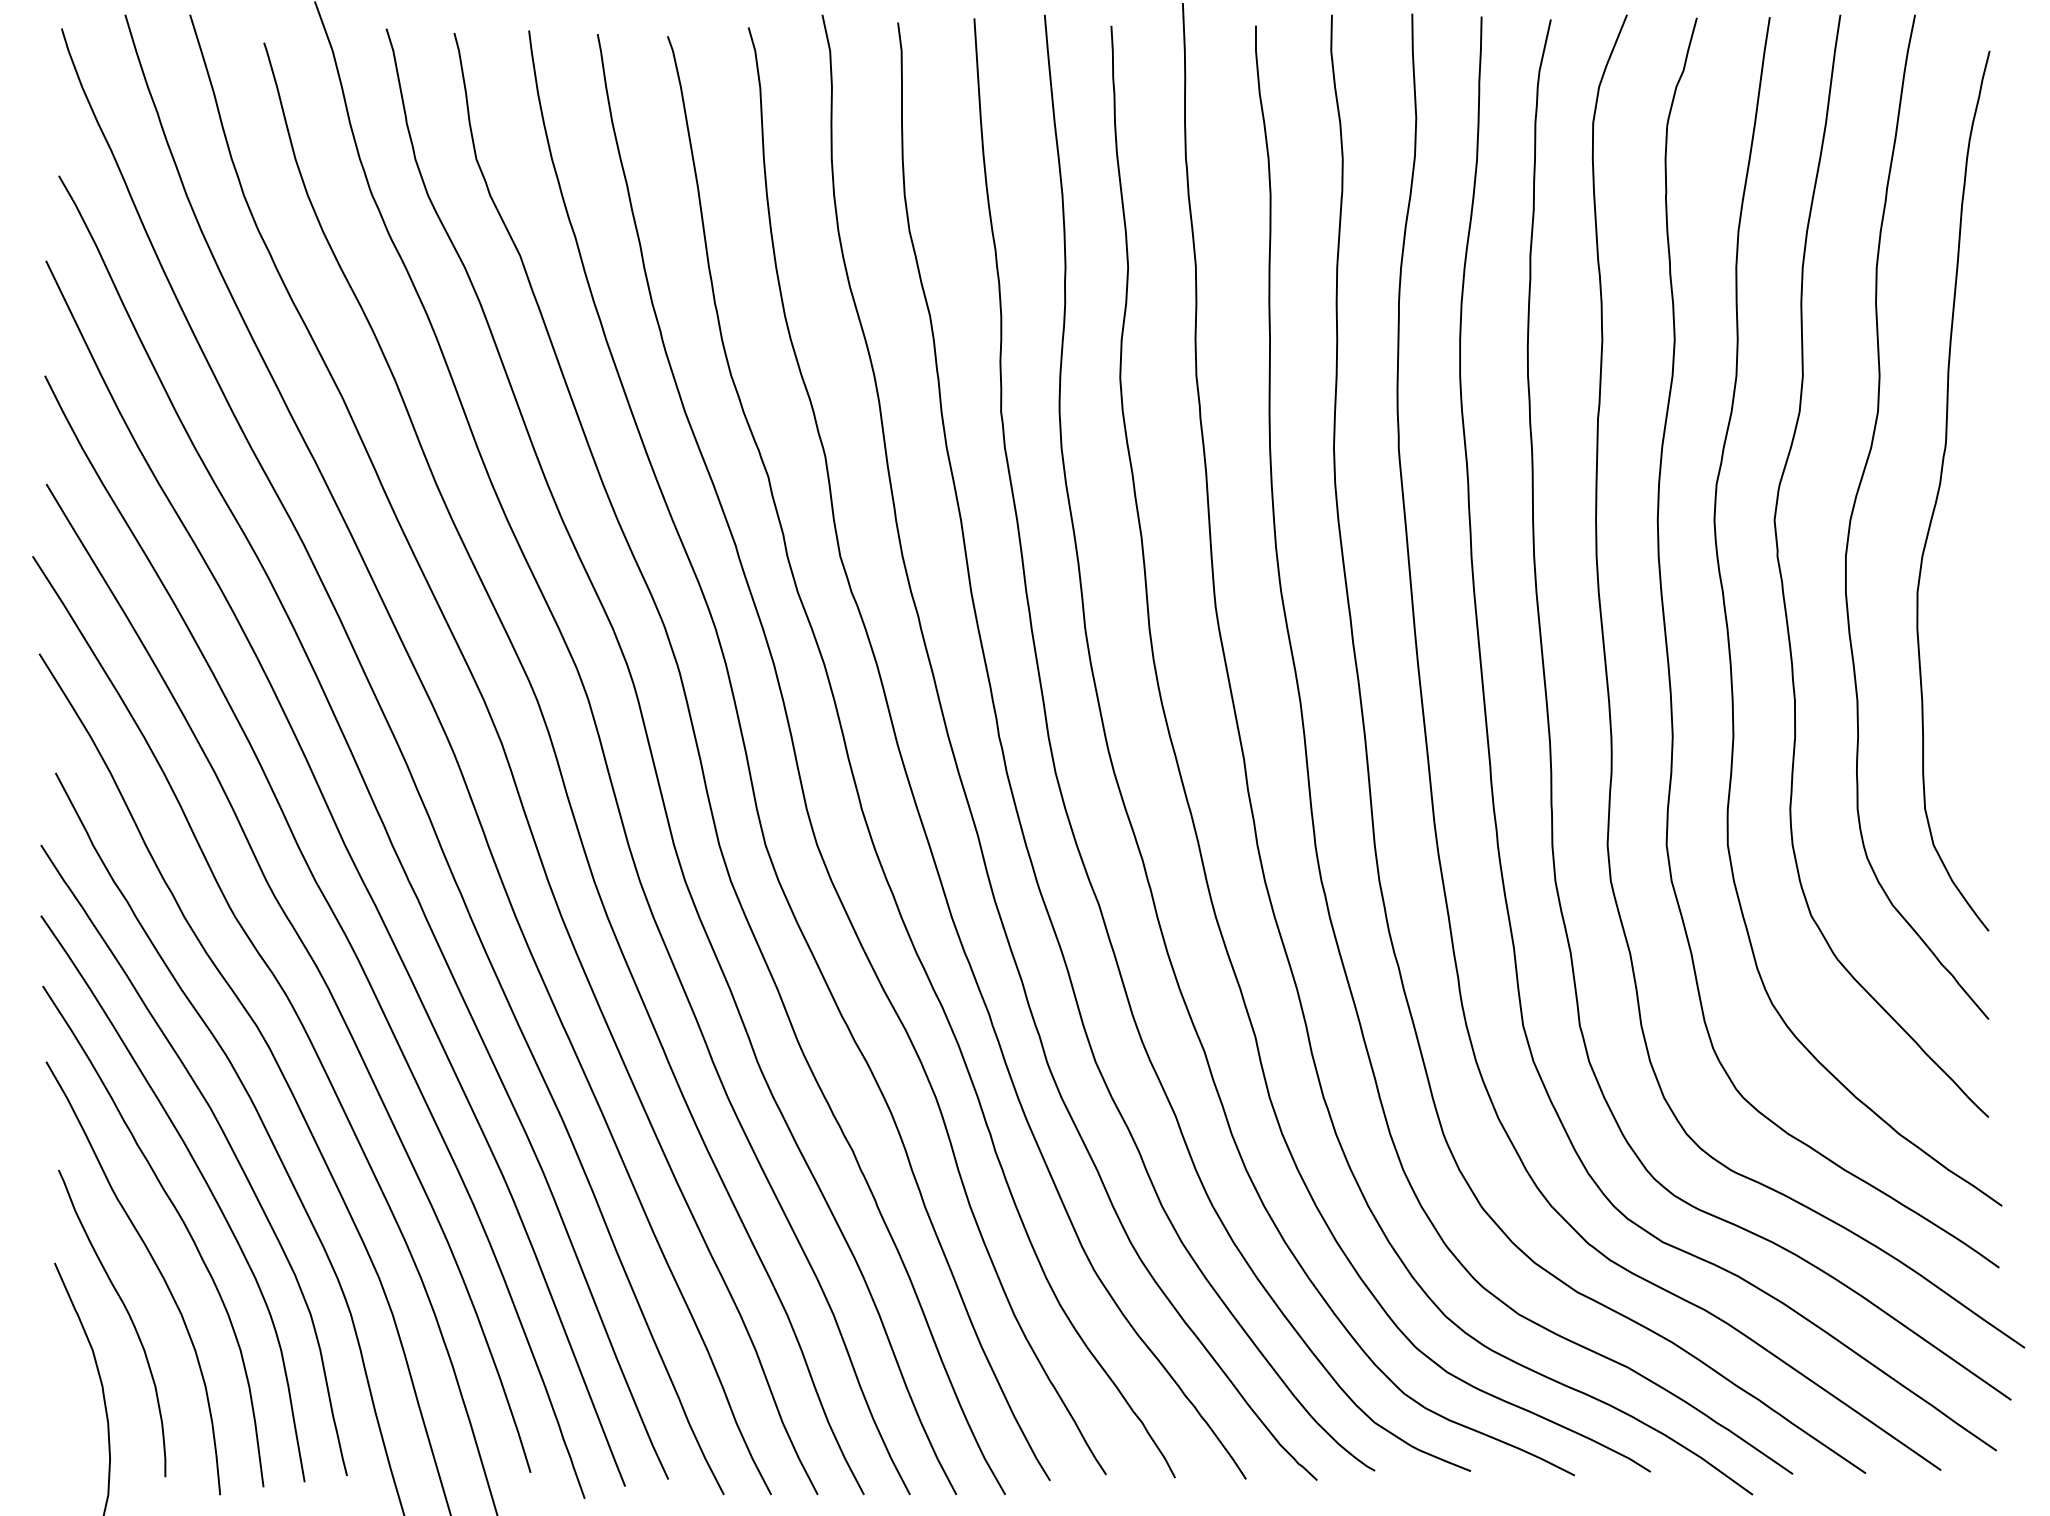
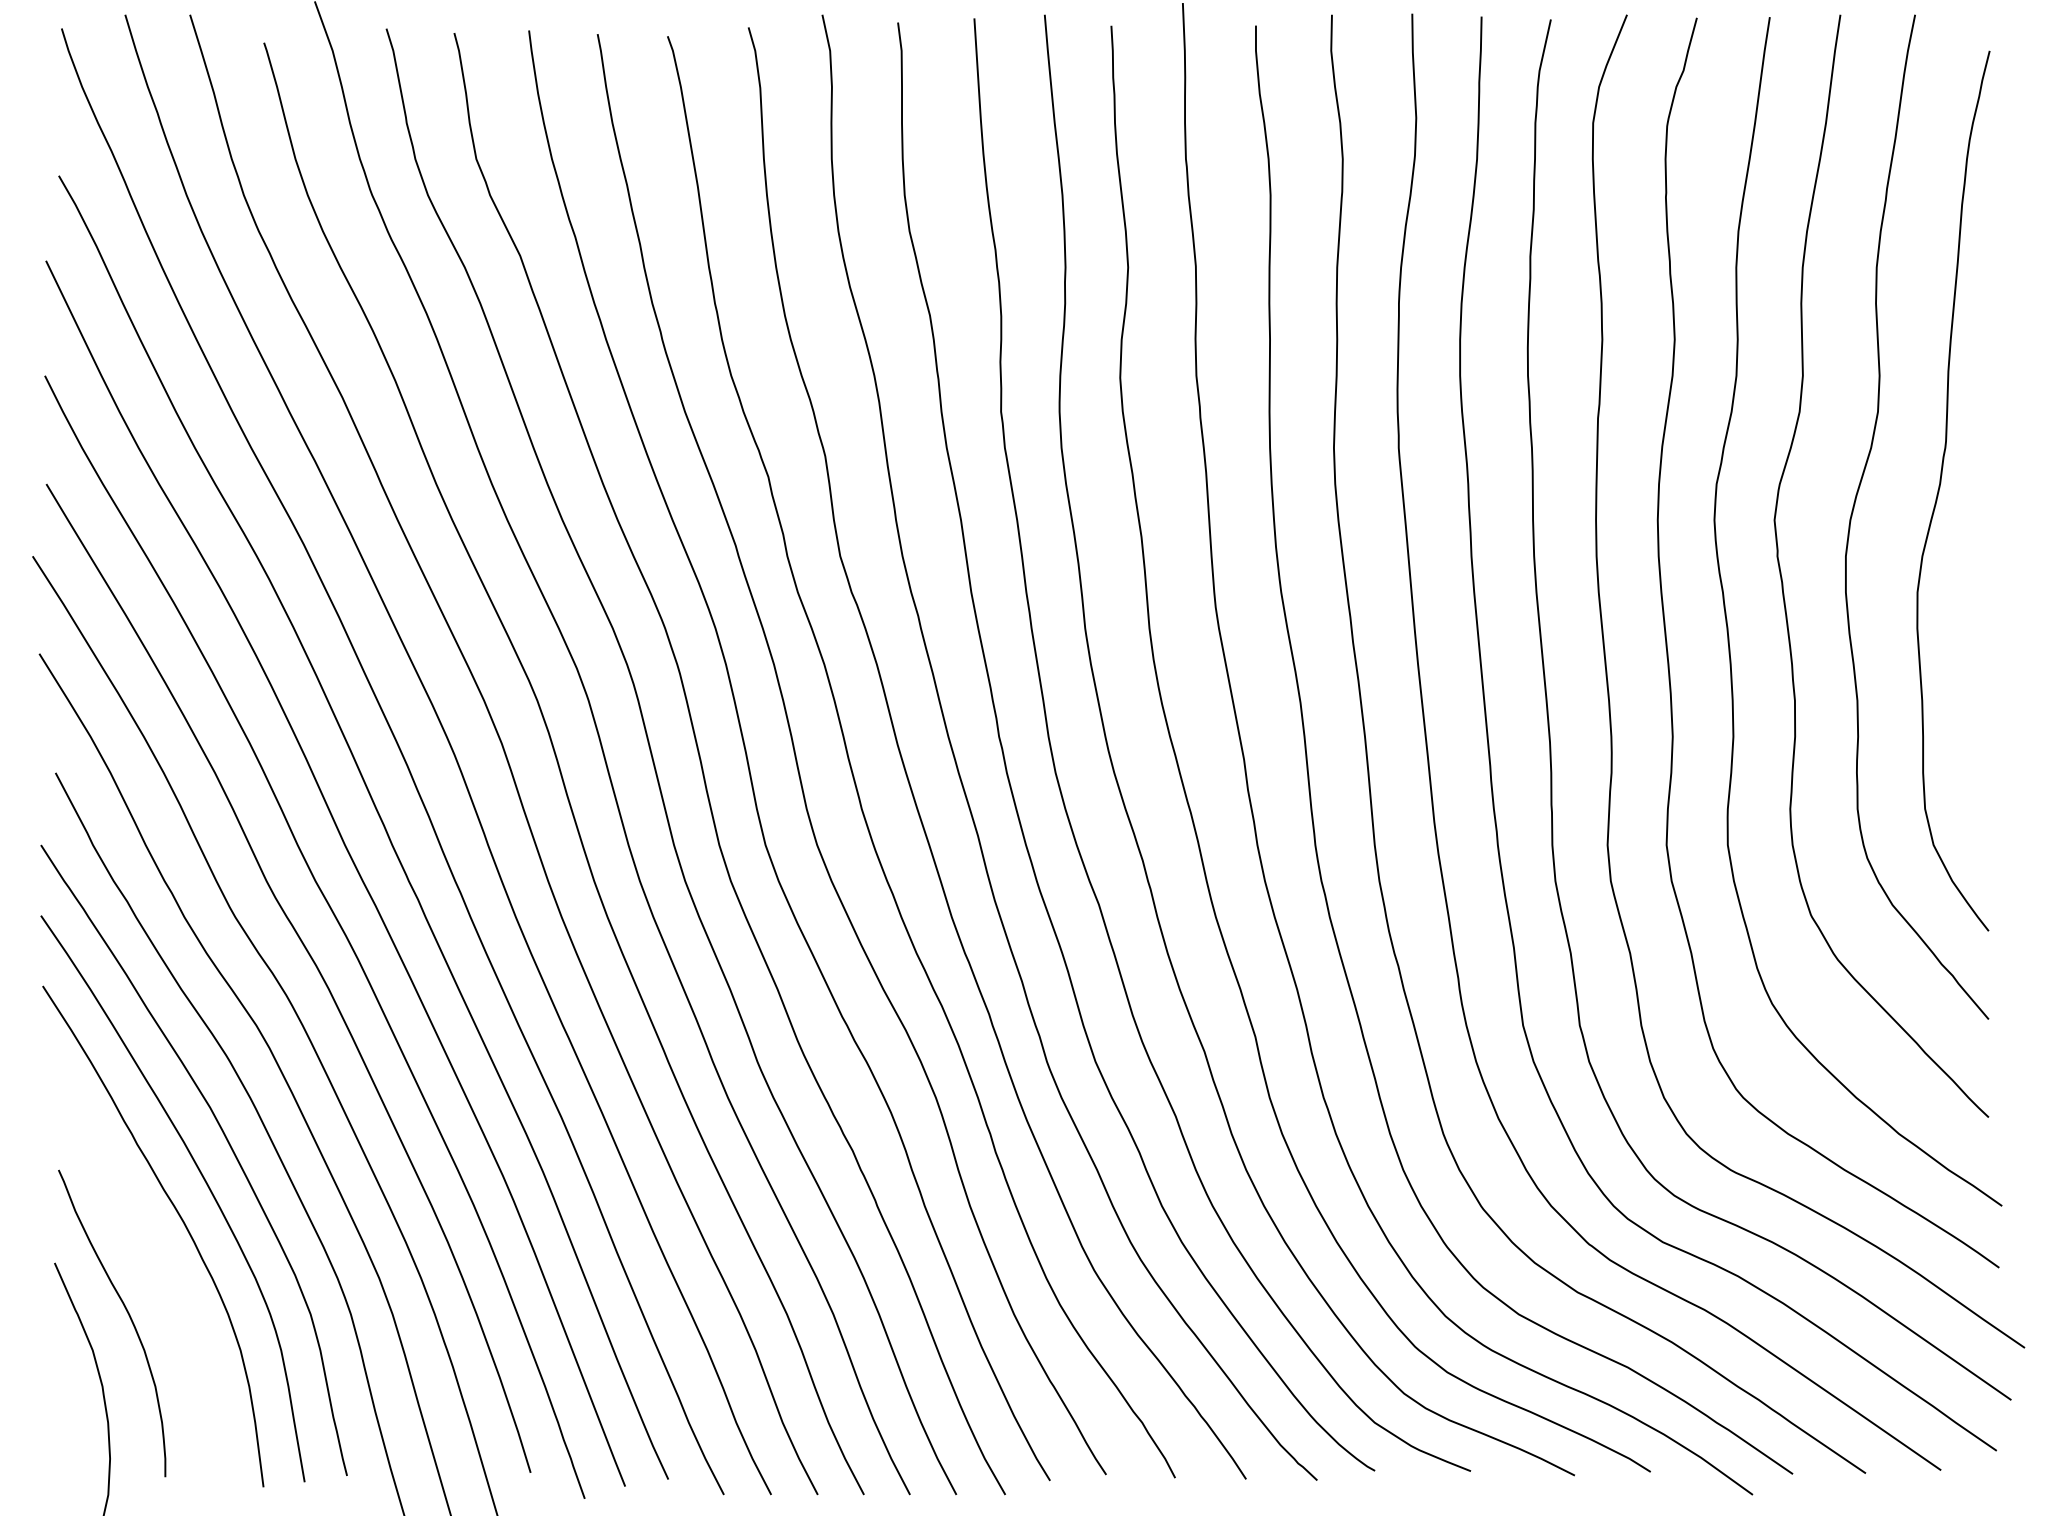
curve at (156, 1267): present -> none
